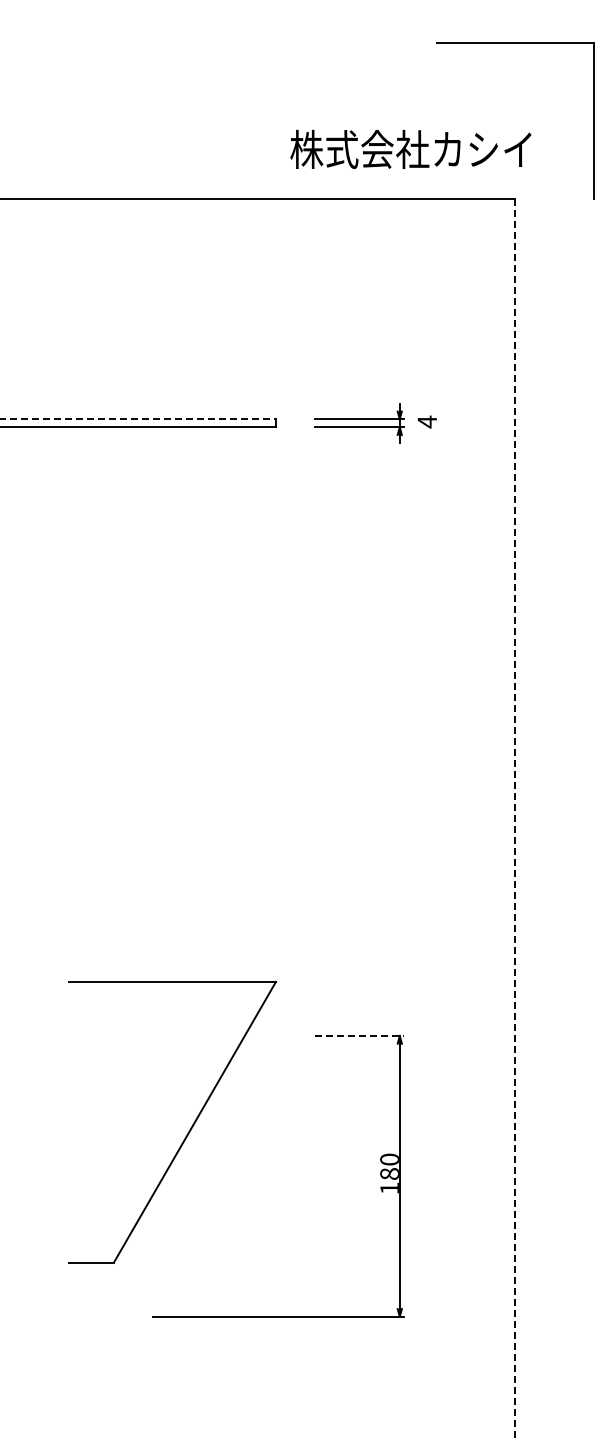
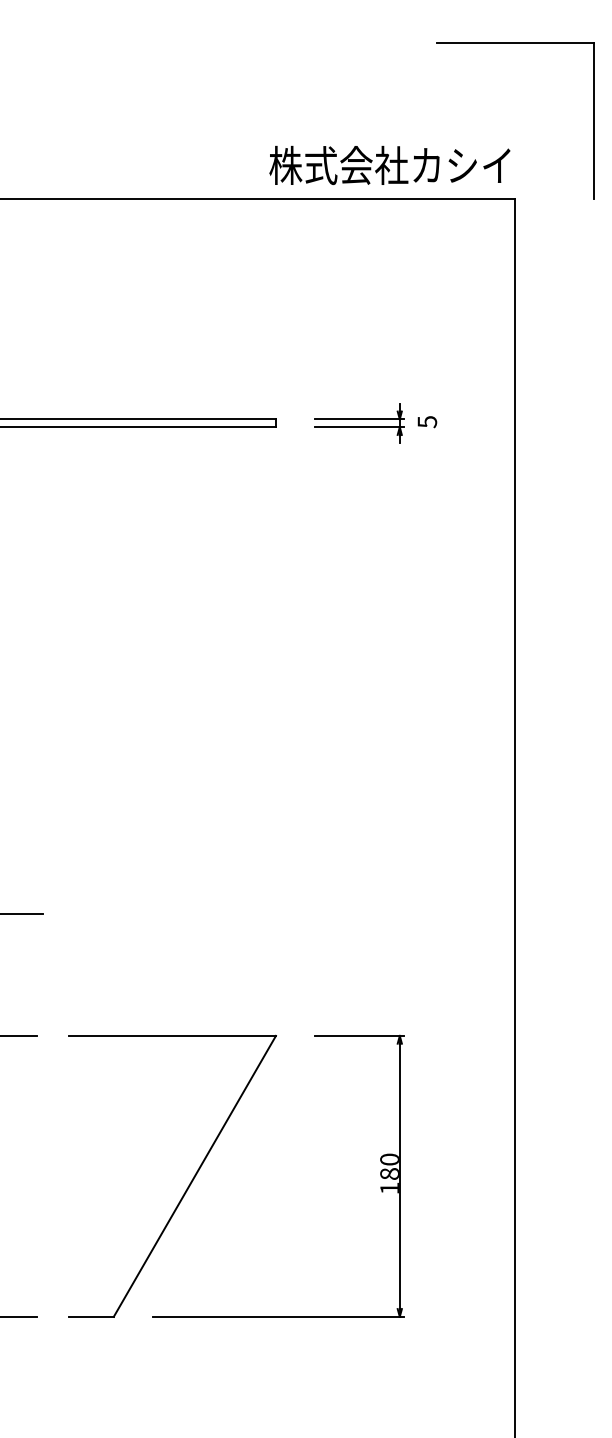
text at (410, 148) position: (410, 148) -> (389, 164)
line at (138, 419): dashed -> solid
text at (427, 421): 4 -> 5
line at (515, 819): dashed -> solid
line at (22, 914): none -> present
line at (19, 1035): none -> present
line at (359, 1035): dashed -> solid
part at (189, 1129) position: (189, 1129) -> (189, 1183)
line at (19, 1316): none -> present
